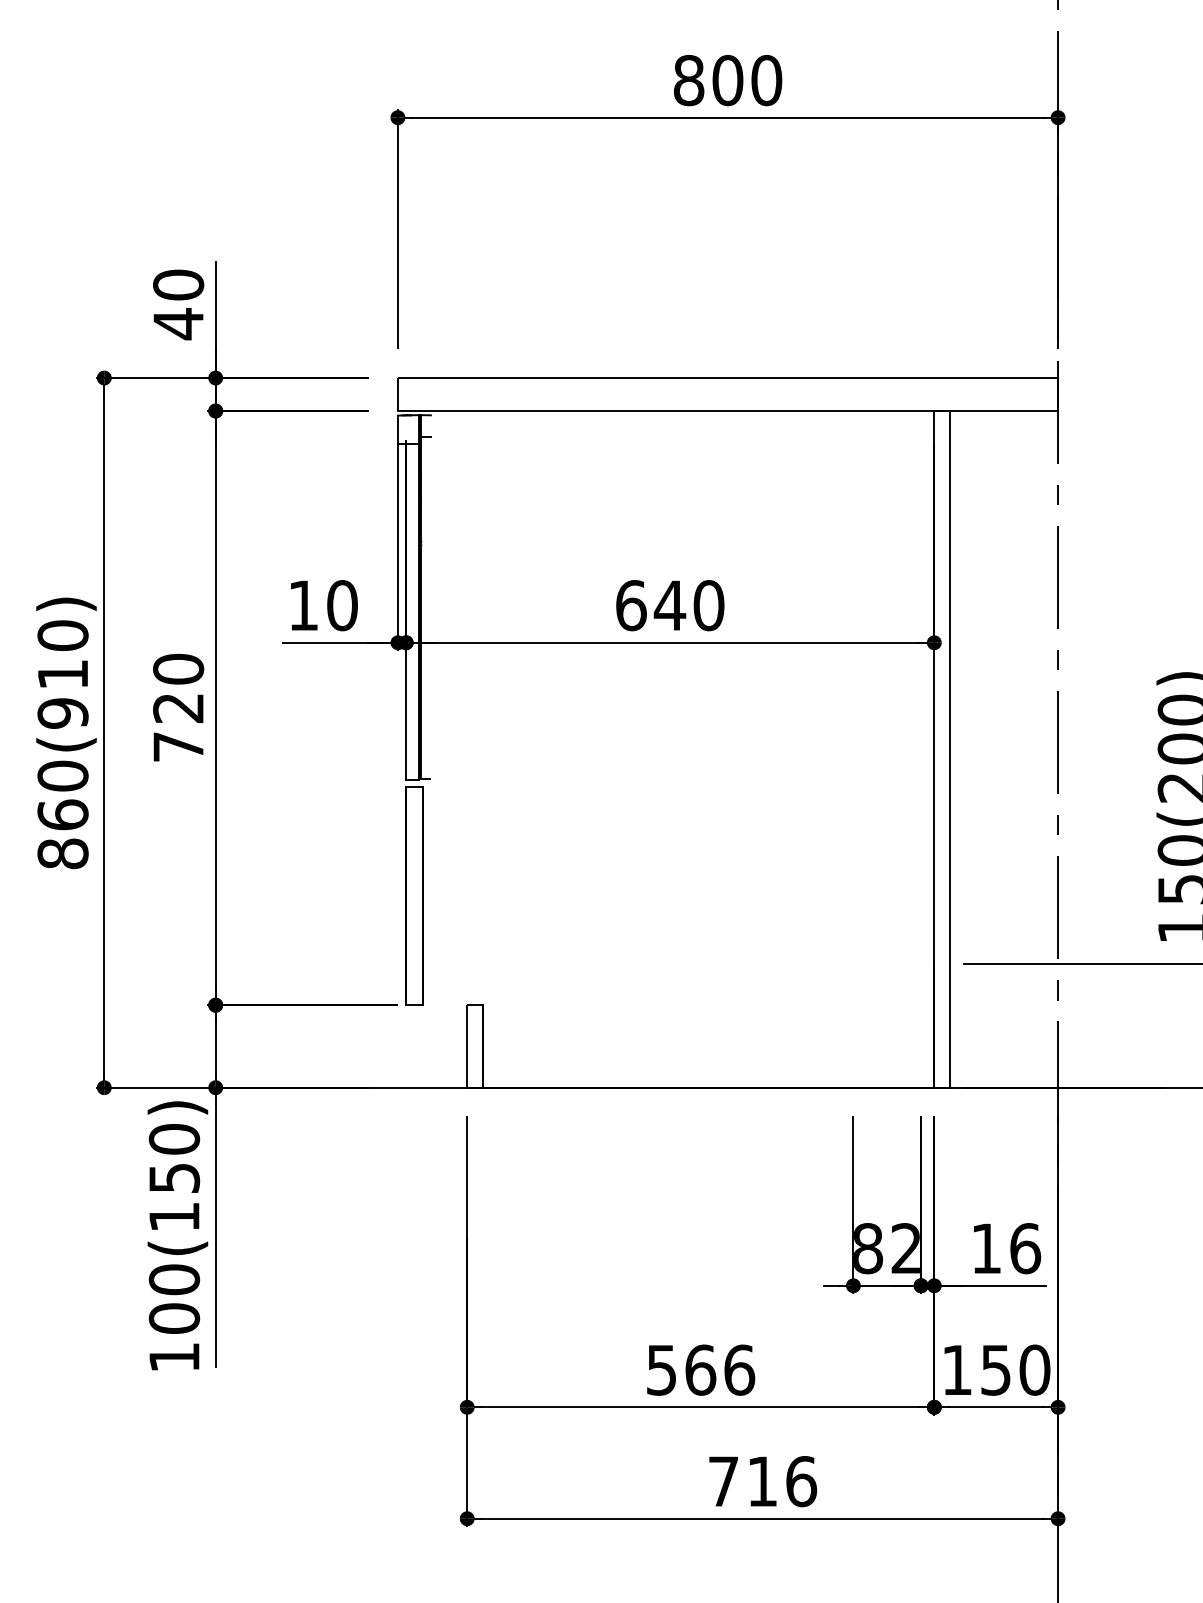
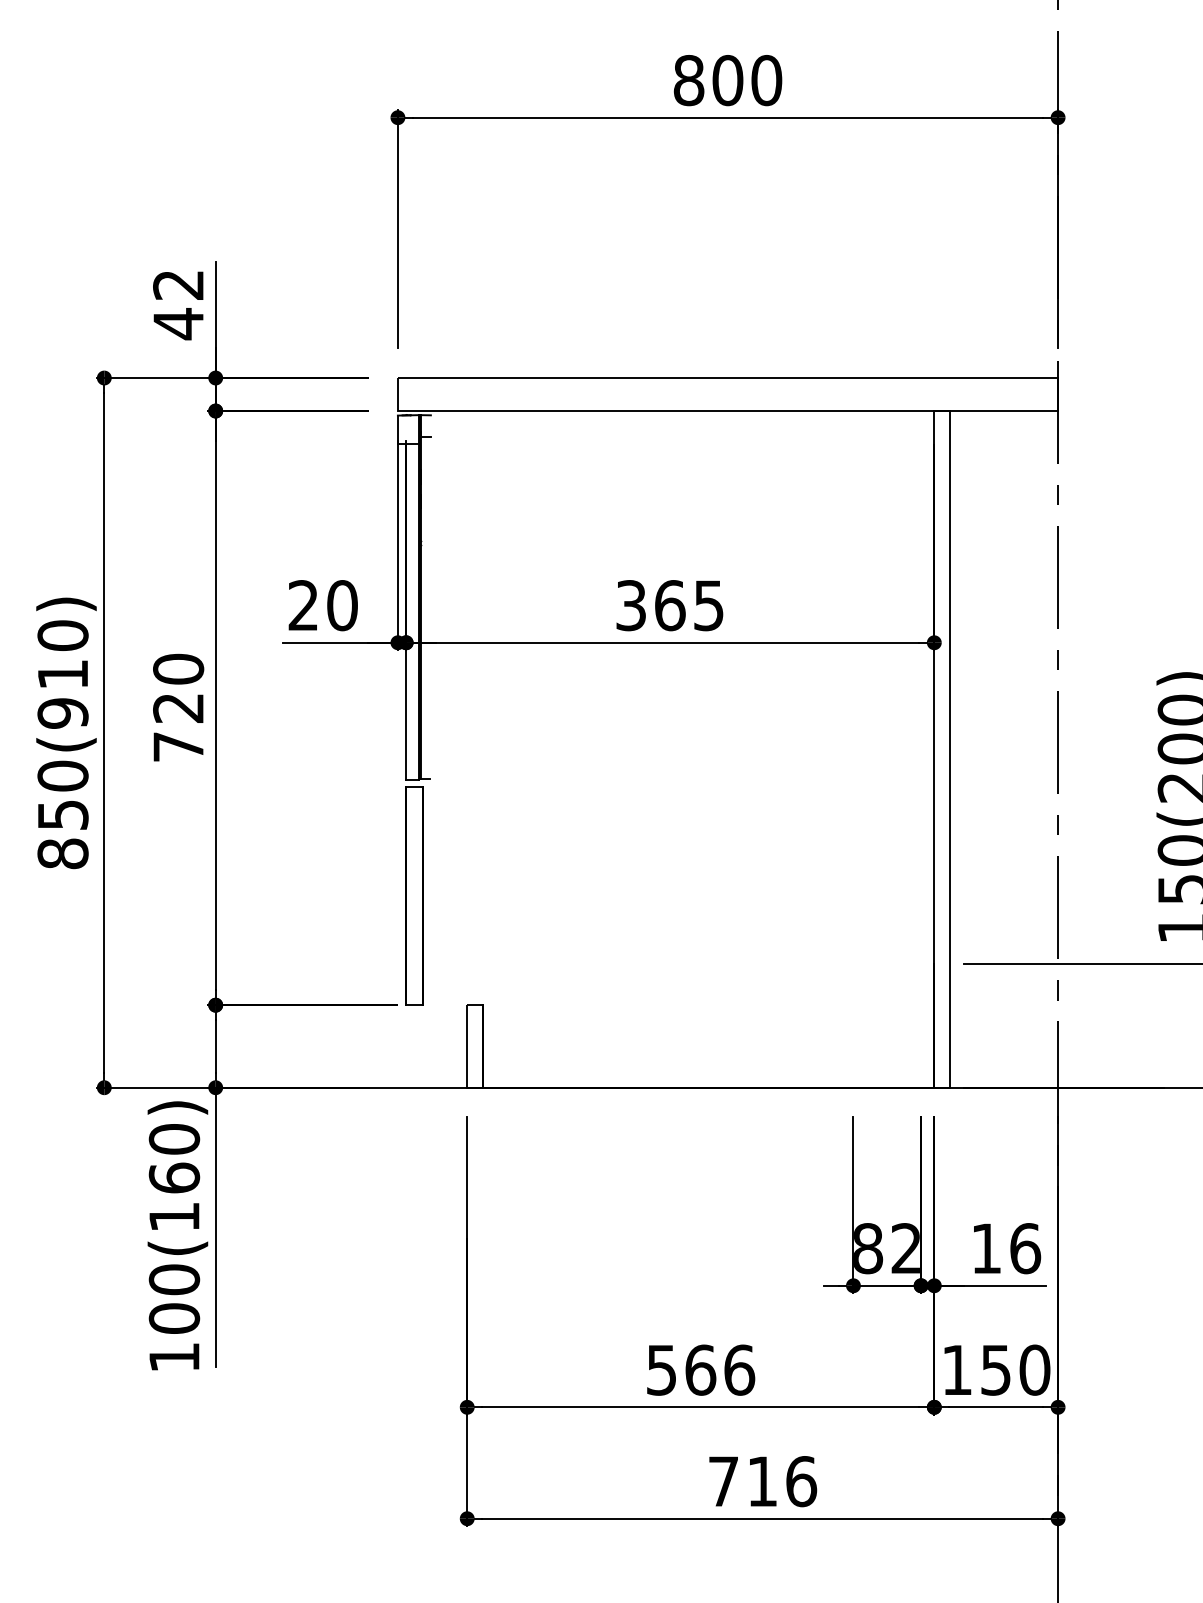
text at (178, 284): 40 -> 42
text at (302, 605): 10 -> 20
text at (670, 605): 640 -> 365
text at (62, 814): 860(910) -> 850(910)
text at (174, 1177): 100(150) -> 100(160)
